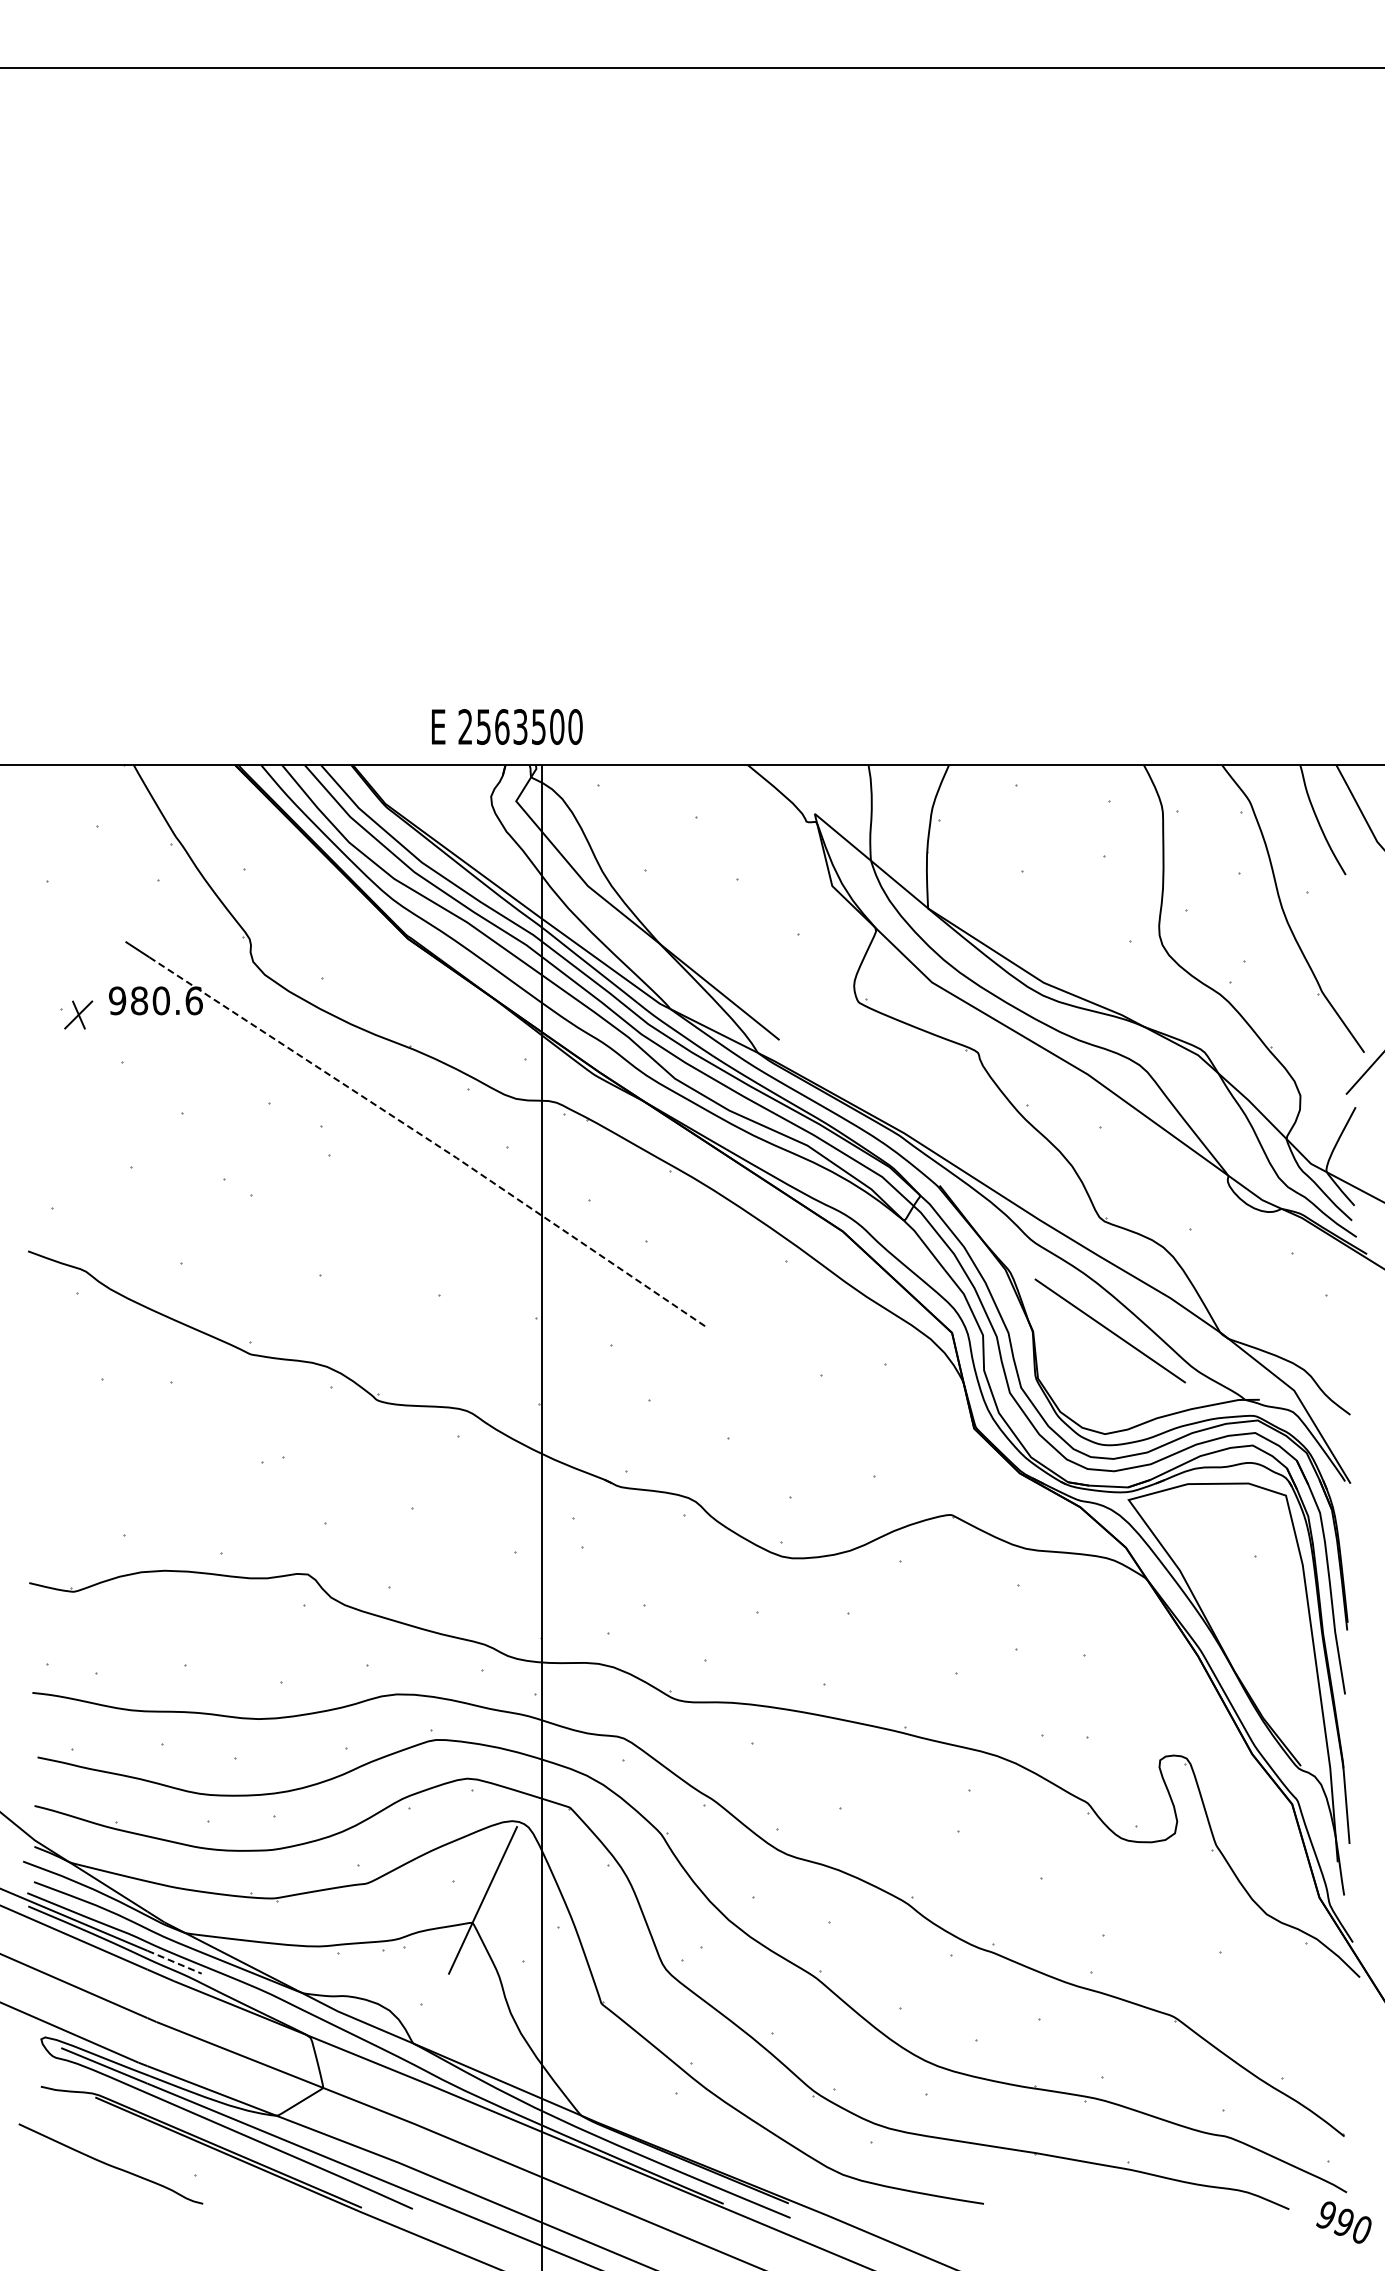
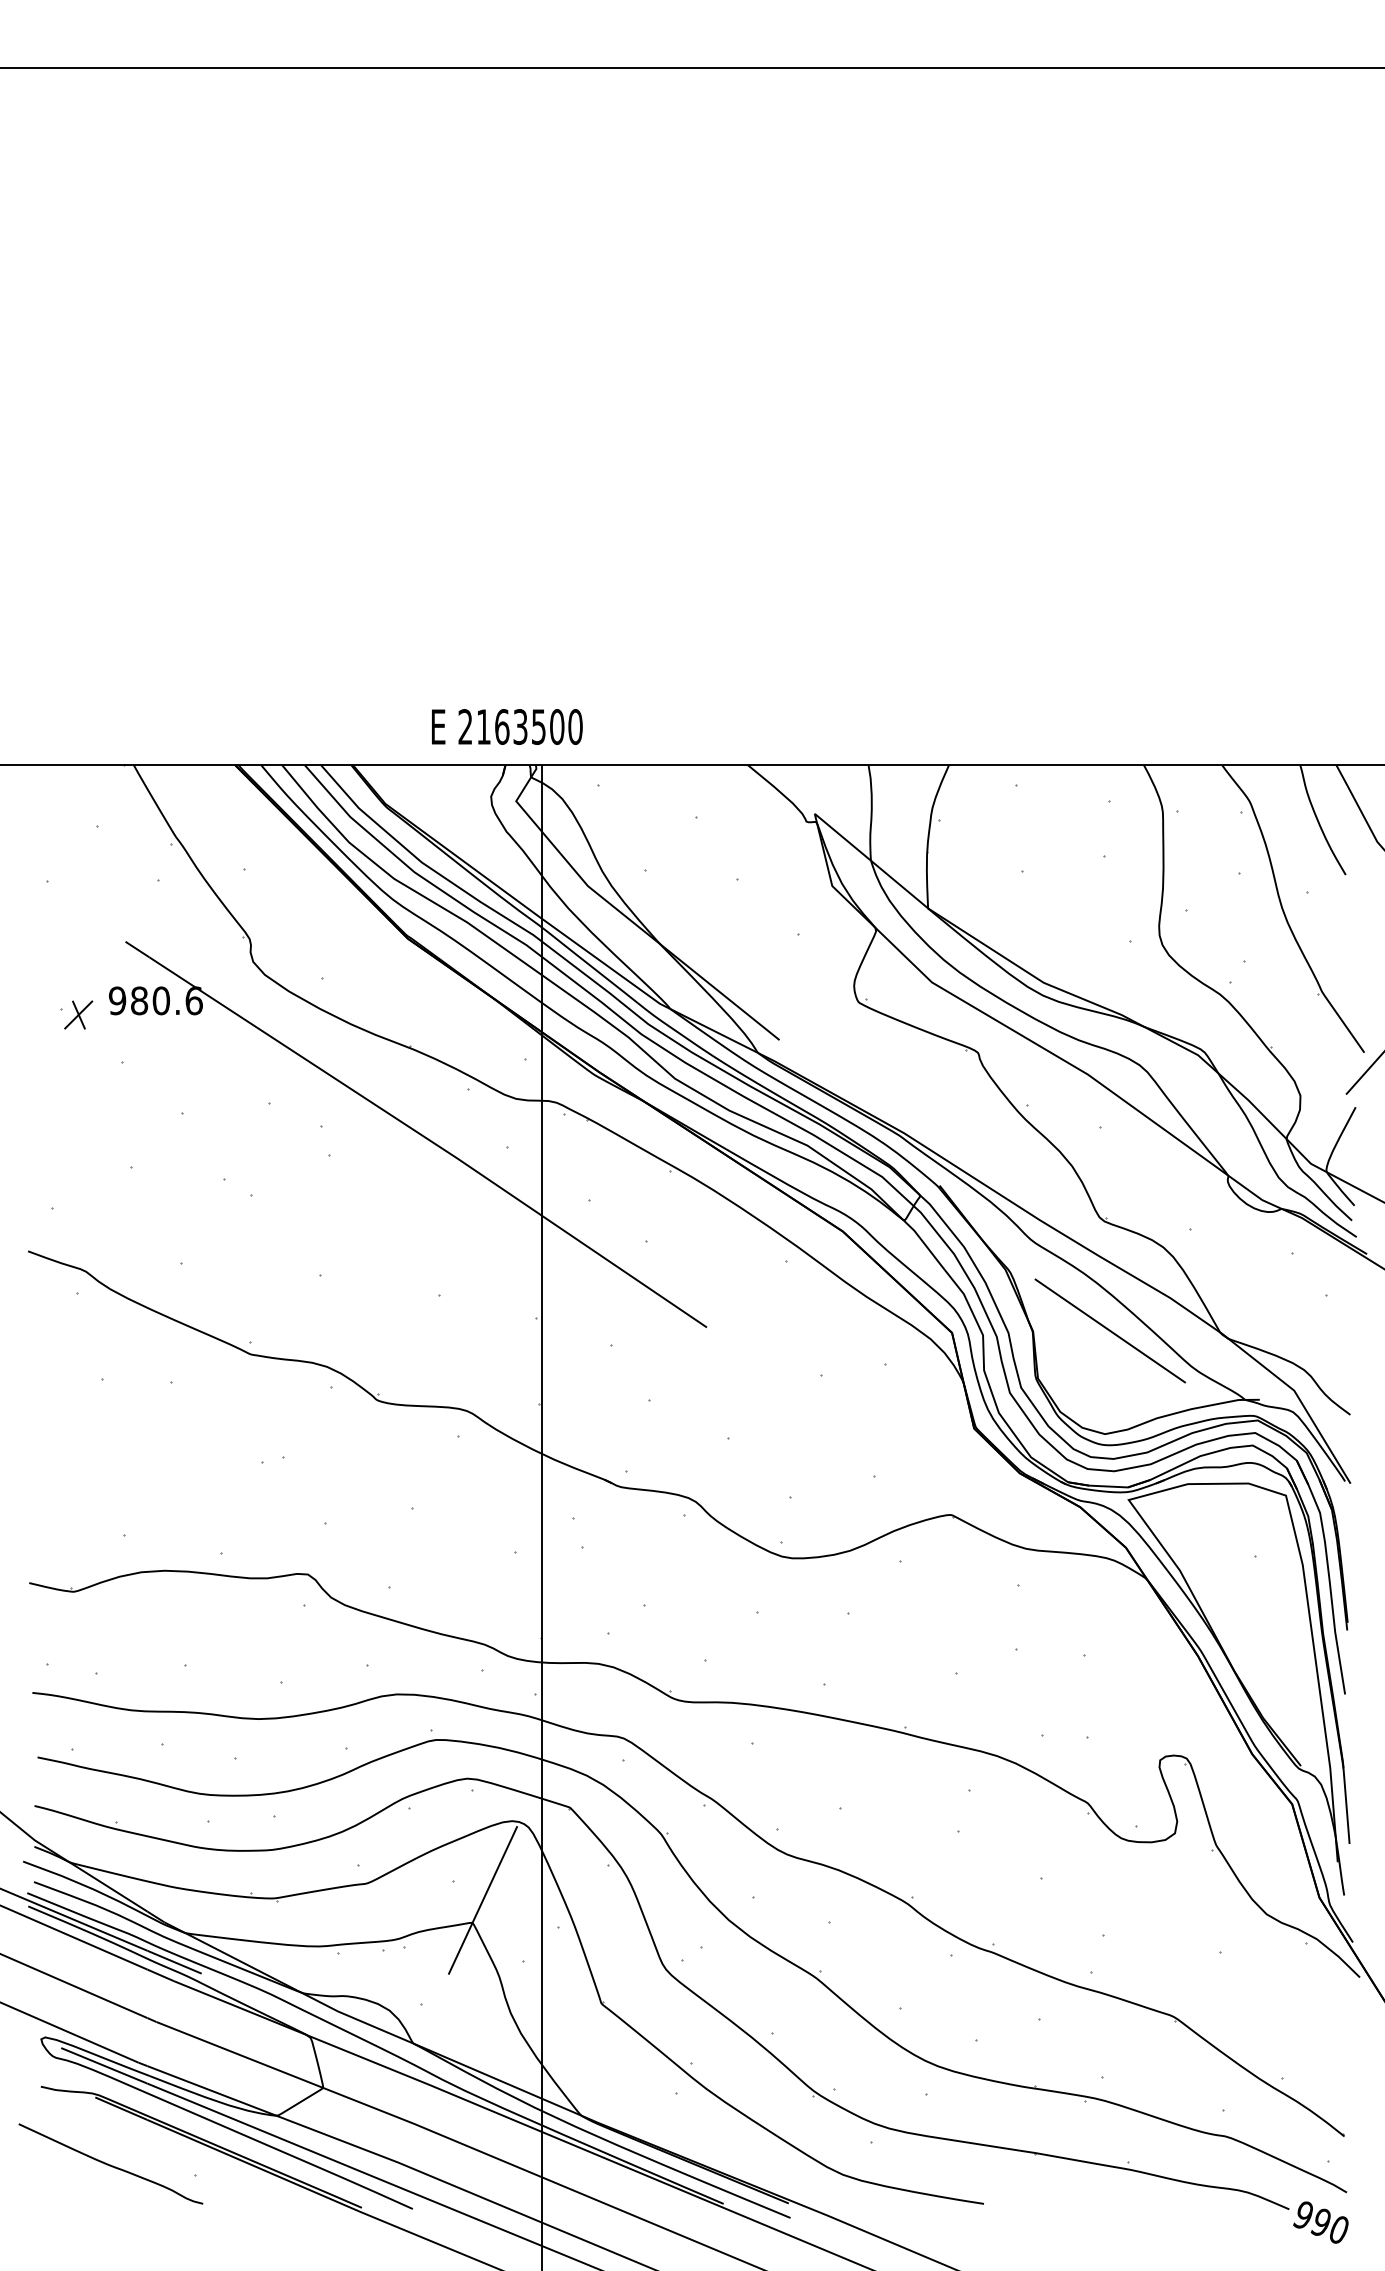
text at (483, 726): 2563500 -> 2163500
line at (430, 1141): dashed -> solid
line at (175, 1962): dashed -> solid
text at (1343, 2222) position: (1343, 2222) -> (1320, 2222)
